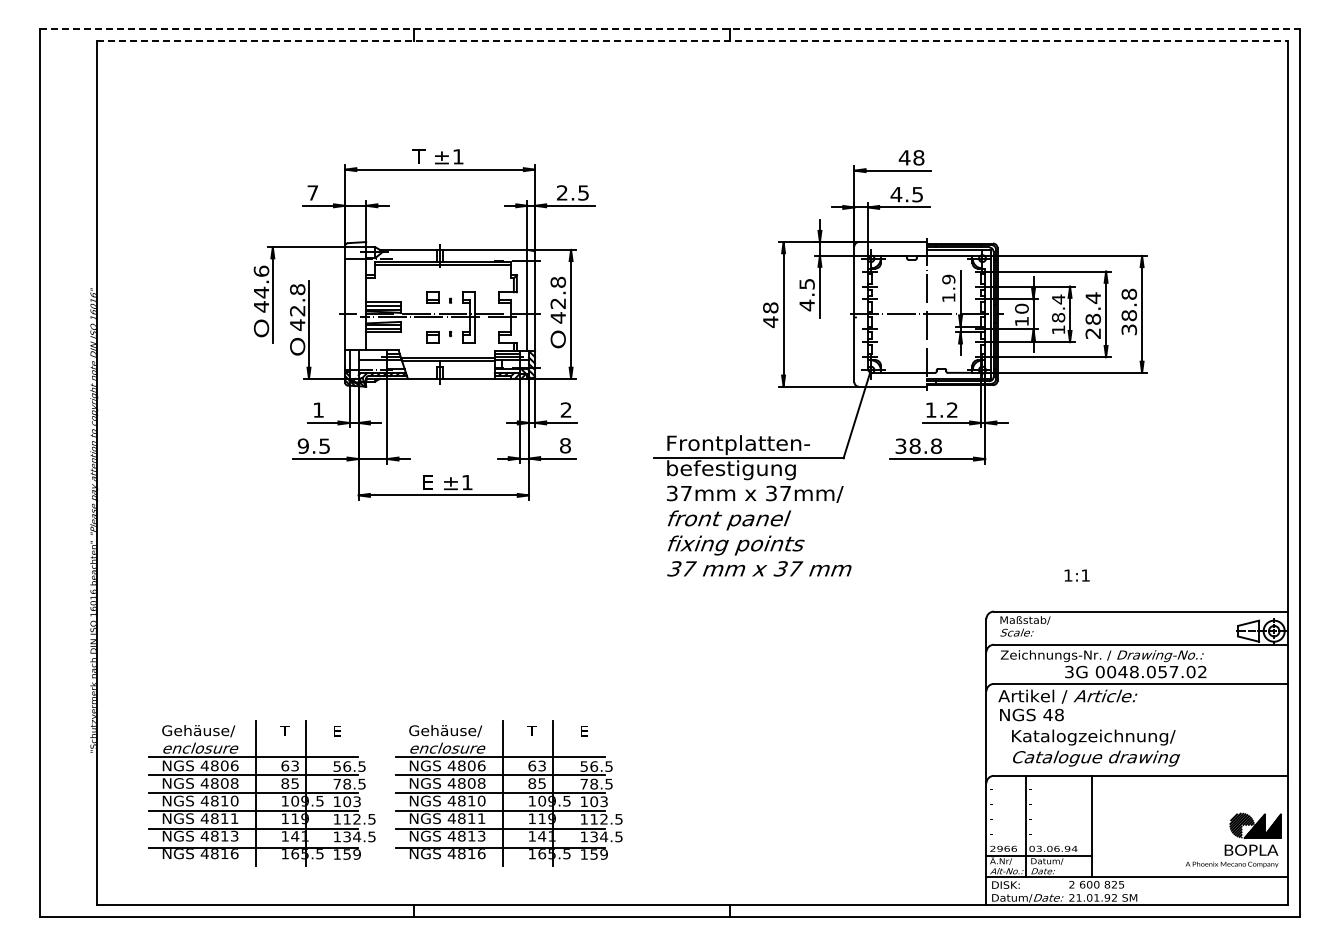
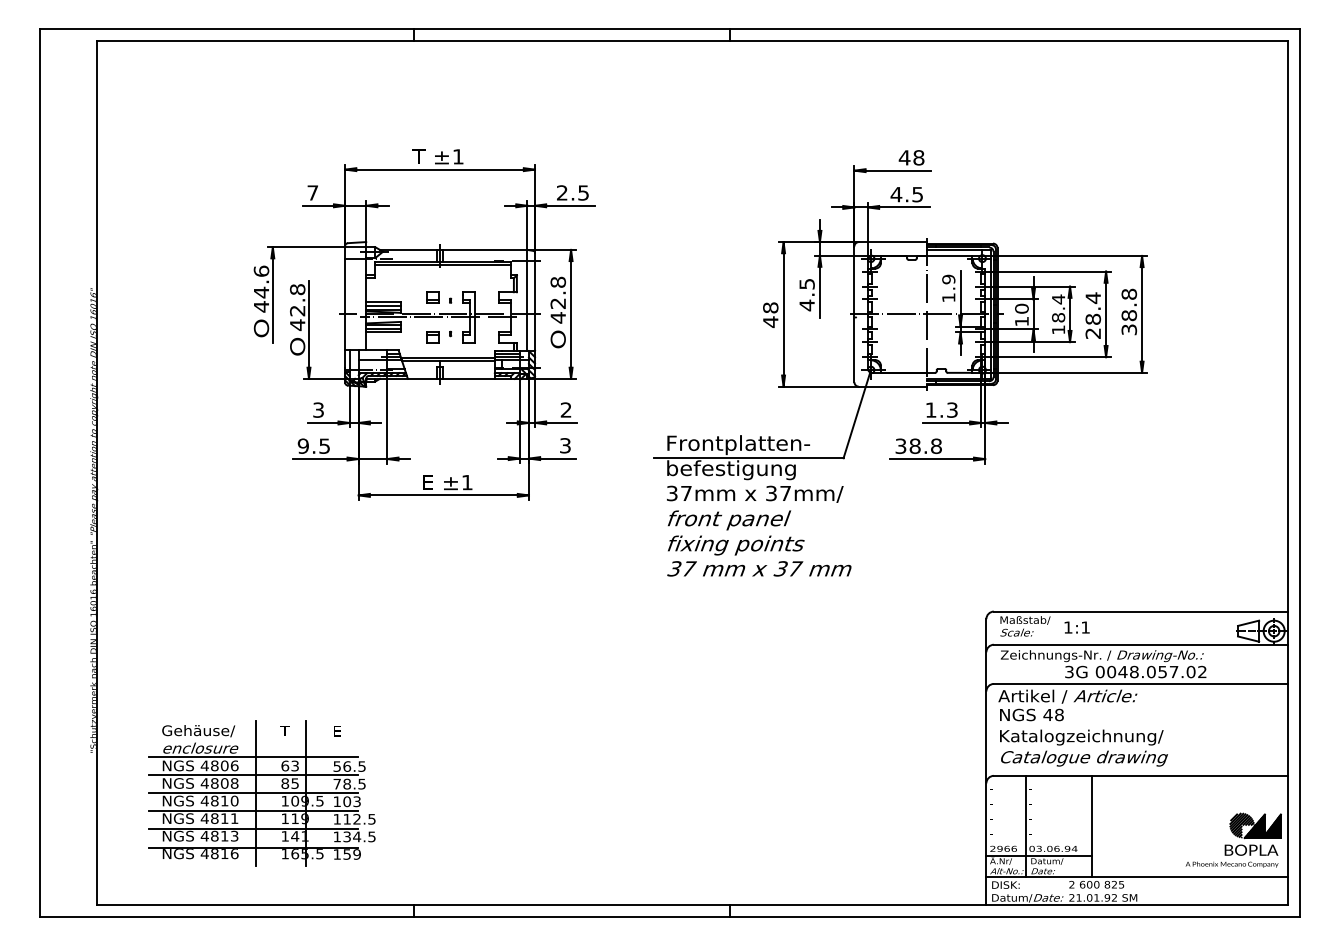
line at (670, 28): dashed -> solid
line at (693, 40): dashed -> solid
text at (318, 409): 1 -> 3
text at (952, 409): 1.2 -> 1.3
text at (565, 445): 8 -> 3
text at (1076, 575) position: (1076, 575) -> (1076, 627)
text at (1095, 747) position: (1095, 747) -> (1083, 747)
part at (508, 793): present -> none
